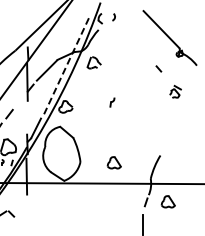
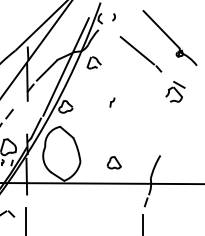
line at (137, 50): none -> present
line at (66, 67): dashed -> solid
part at (175, 91) size: 13x15 px -> 21x22 px
part at (167, 201): present -> none
line at (26, 219): none -> present
